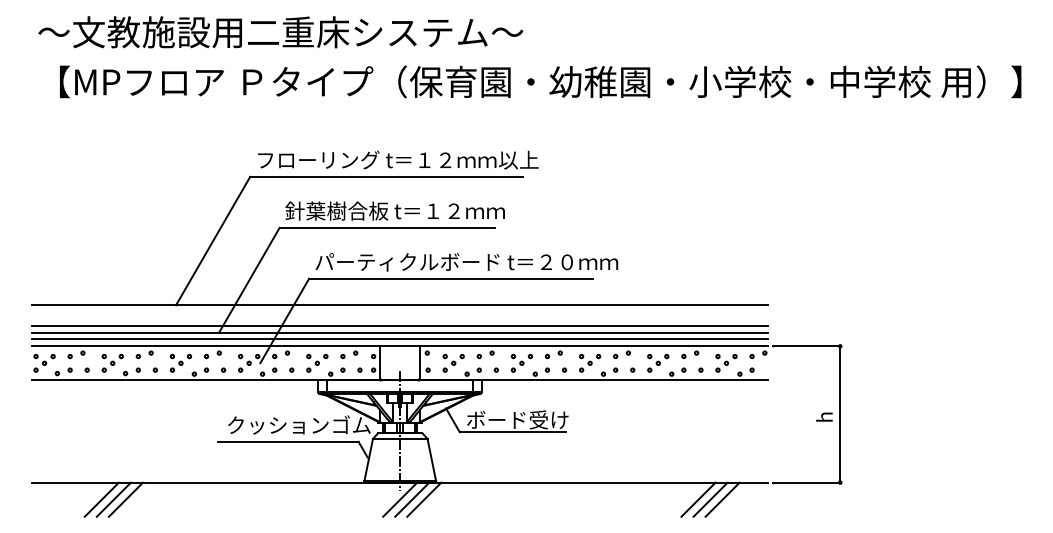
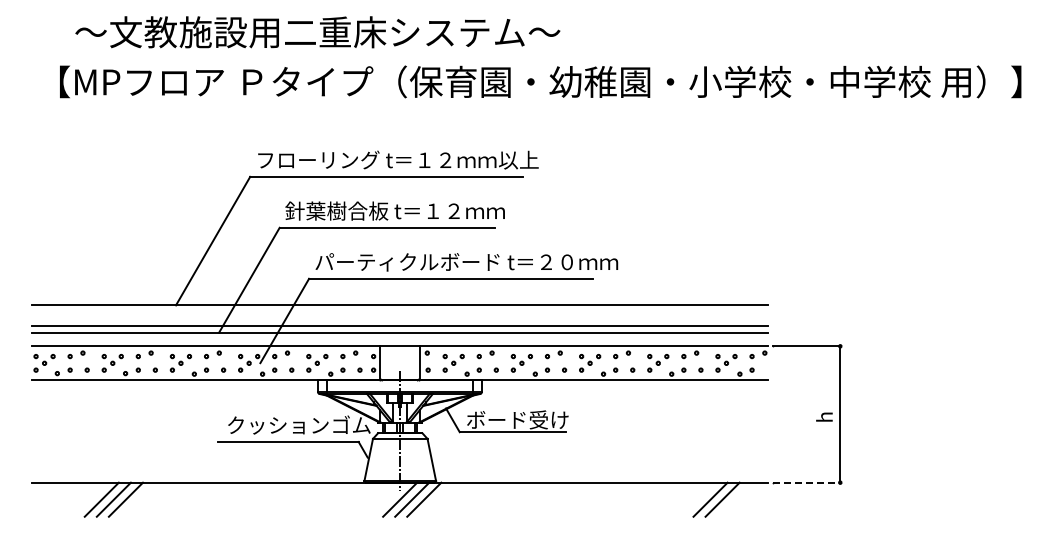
text at (280, 32) position: (280, 32) -> (317, 32)
line at (399, 339): present -> none
line at (807, 482): solid -> dashed
line at (698, 499): present -> none
